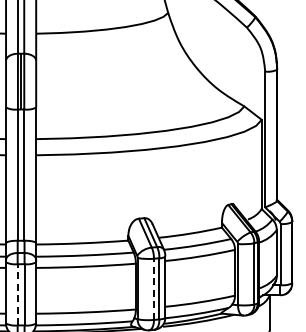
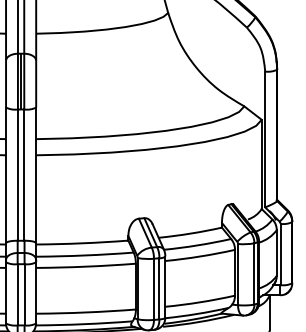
line at (153, 289): dashed -> solid
line at (17, 294): dashed -> solid
